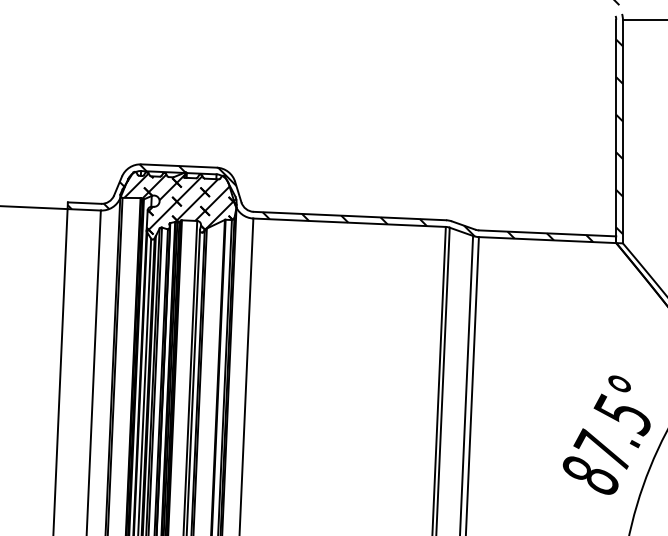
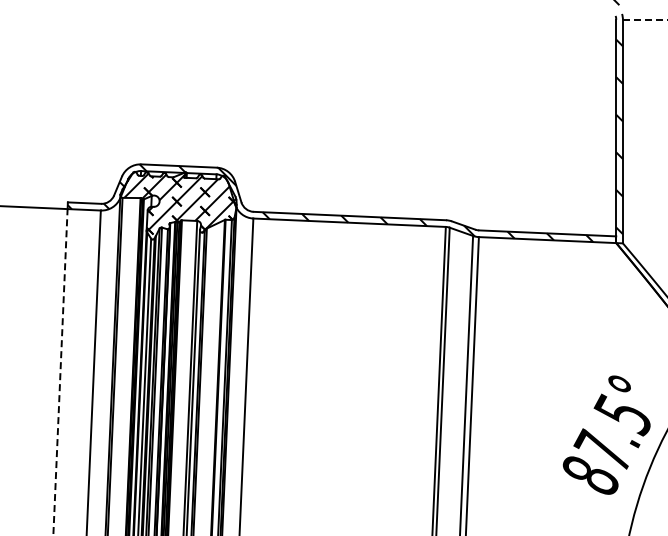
line at (645, 19): solid -> dashed
line at (60, 371): solid -> dashed
